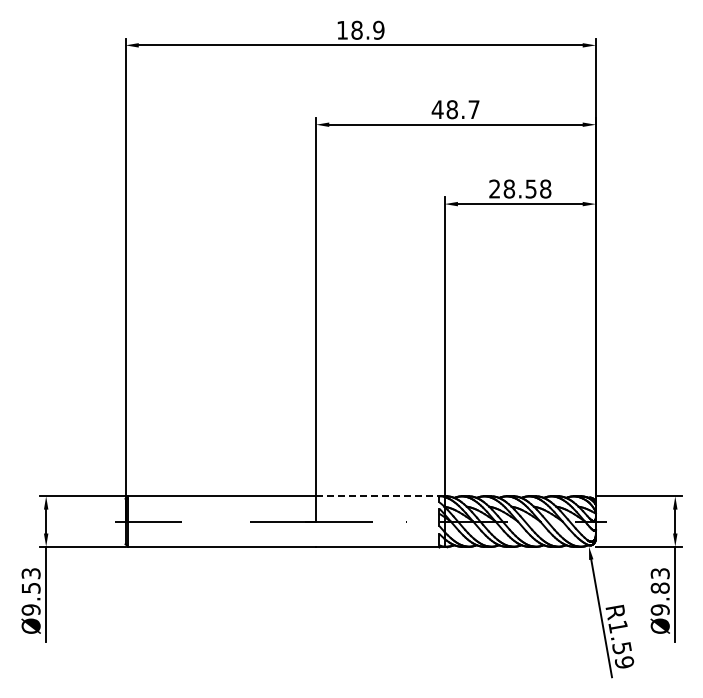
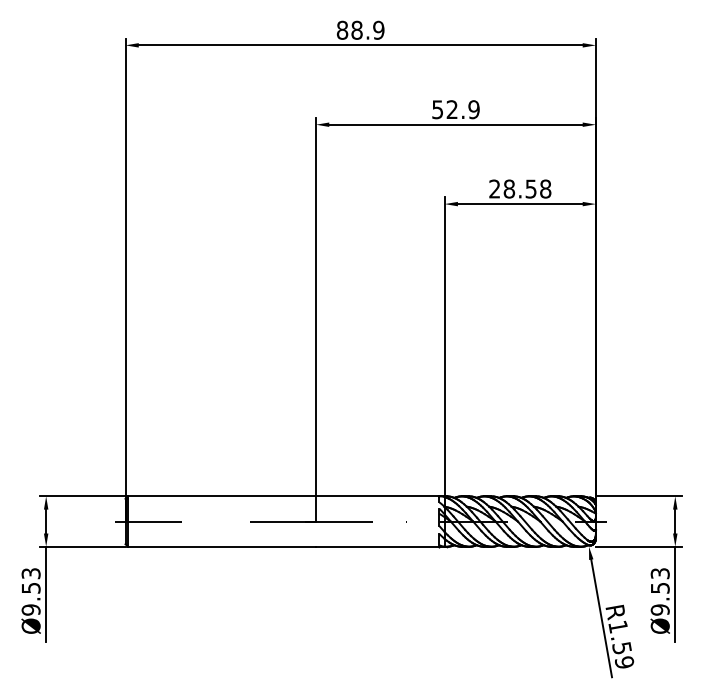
text at (342, 29): 18.9 -> 88.9
text at (455, 109): 48.7 -> 52.9
line at (377, 496): dashed -> solid
text at (659, 587): Ø9.83 -> Ø9.53
